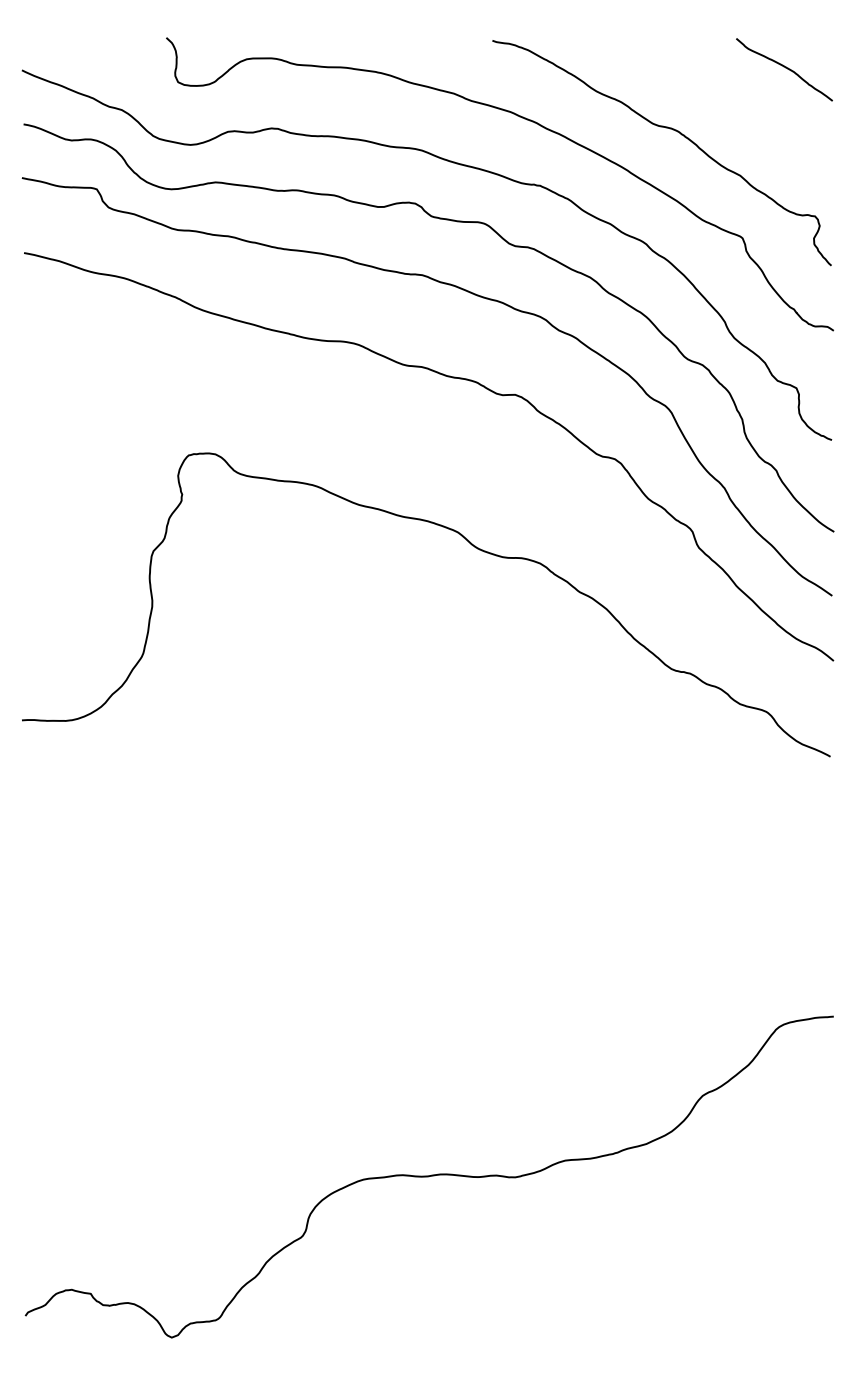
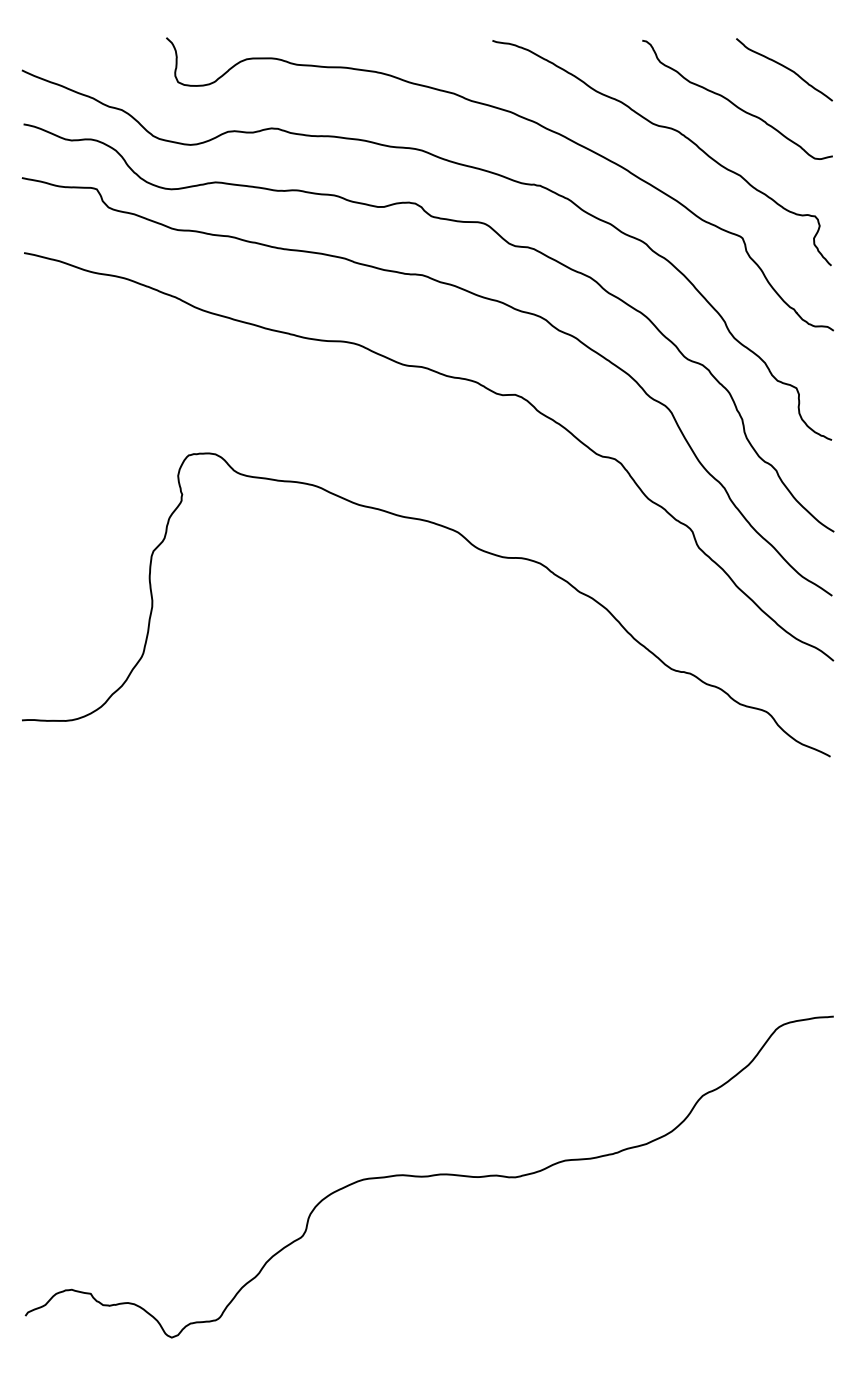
curve at (733, 102): none -> present
